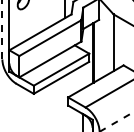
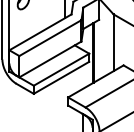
line at (2, 29): dashed -> solid
line at (116, 121): dashed -> solid
